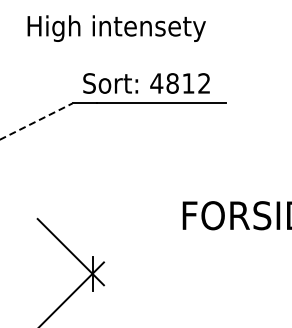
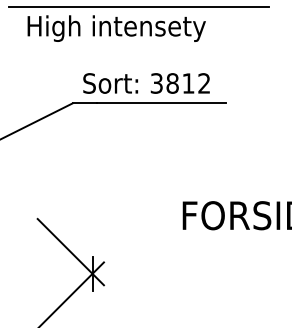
line at (139, 7): none -> present
text at (156, 83): 4812 -> 3812
line at (36, 121): dashed -> solid
